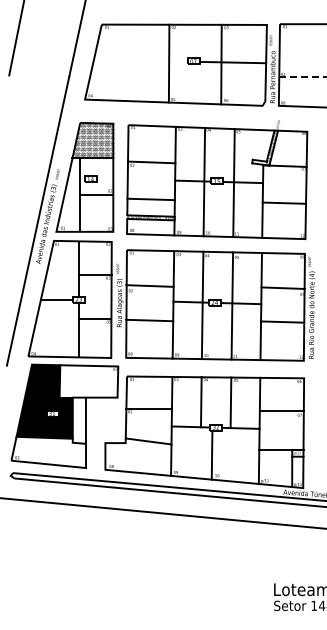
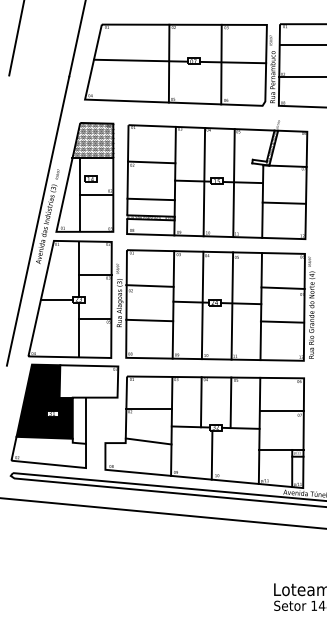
line at (301, 44): none -> present
line at (140, 60): none -> present
line at (303, 77): dashed -> solid
